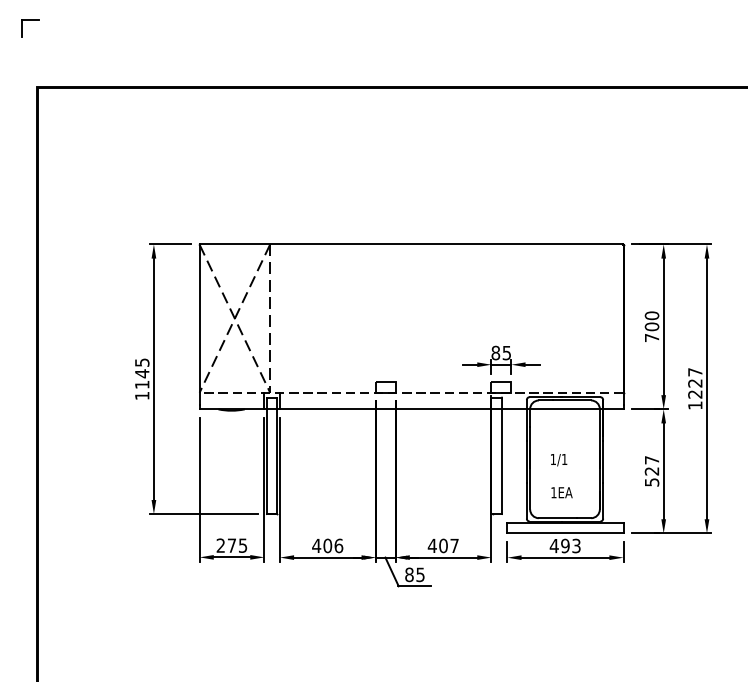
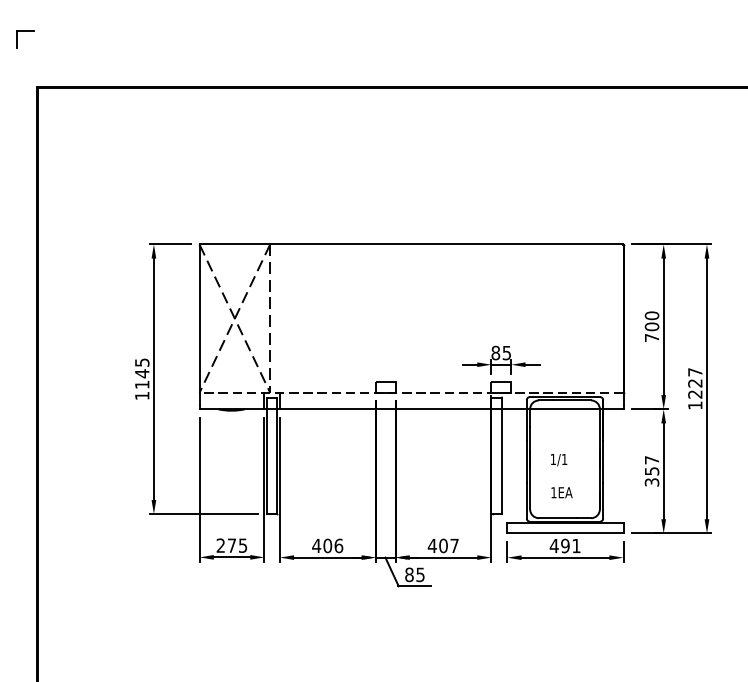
part at (30, 20) position: (30, 20) -> (25, 31)
text at (651, 476): 527 -> 357
text at (576, 545): 493 -> 491
